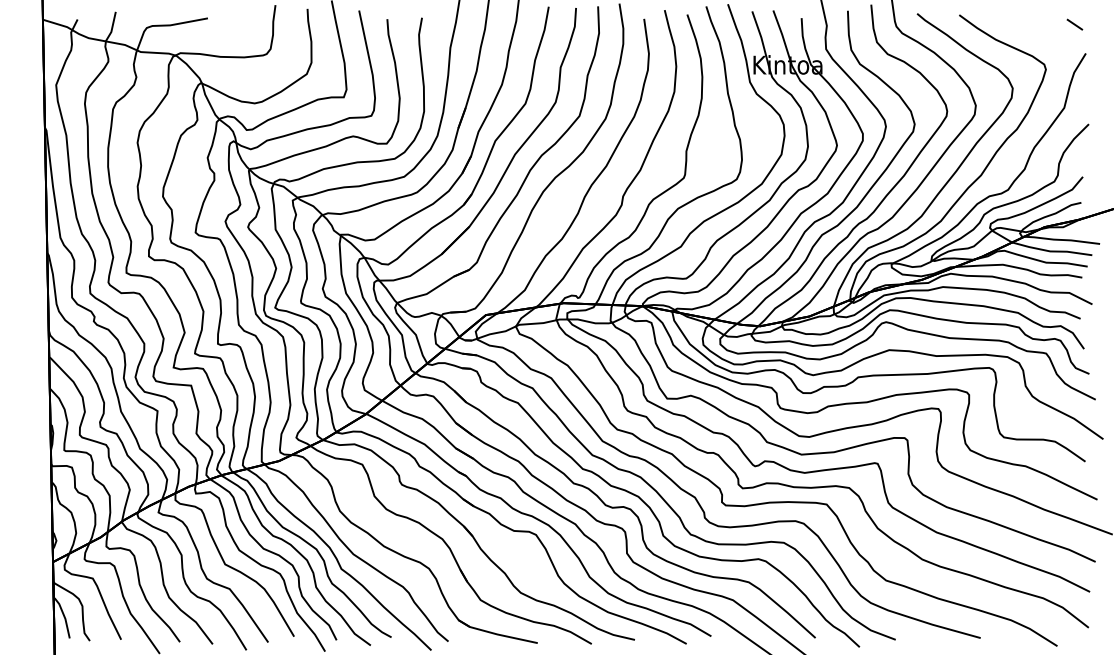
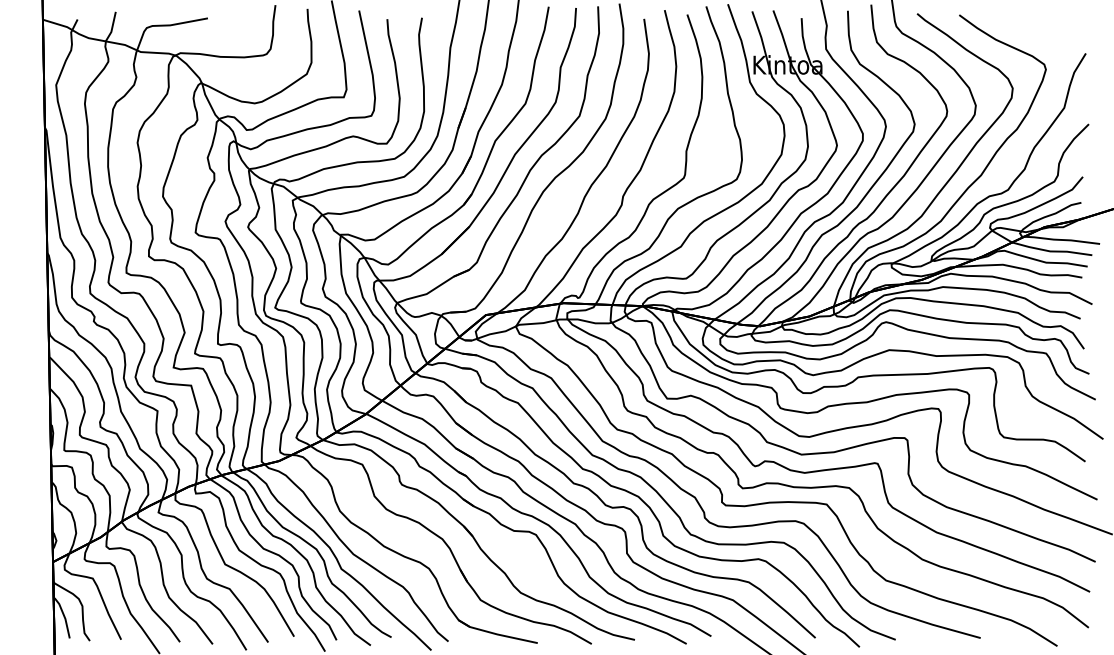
line at (1074, 24): present -> none
